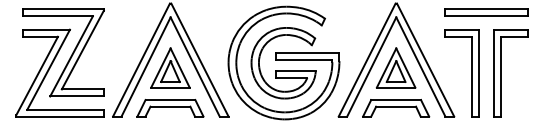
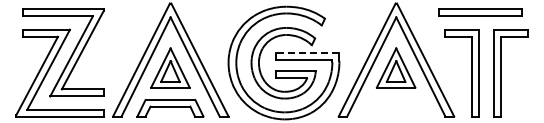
part at (486, 12) position: (486, 12) -> (480, 12)
line at (307, 53): solid -> dashed
part at (396, 108): present -> none
